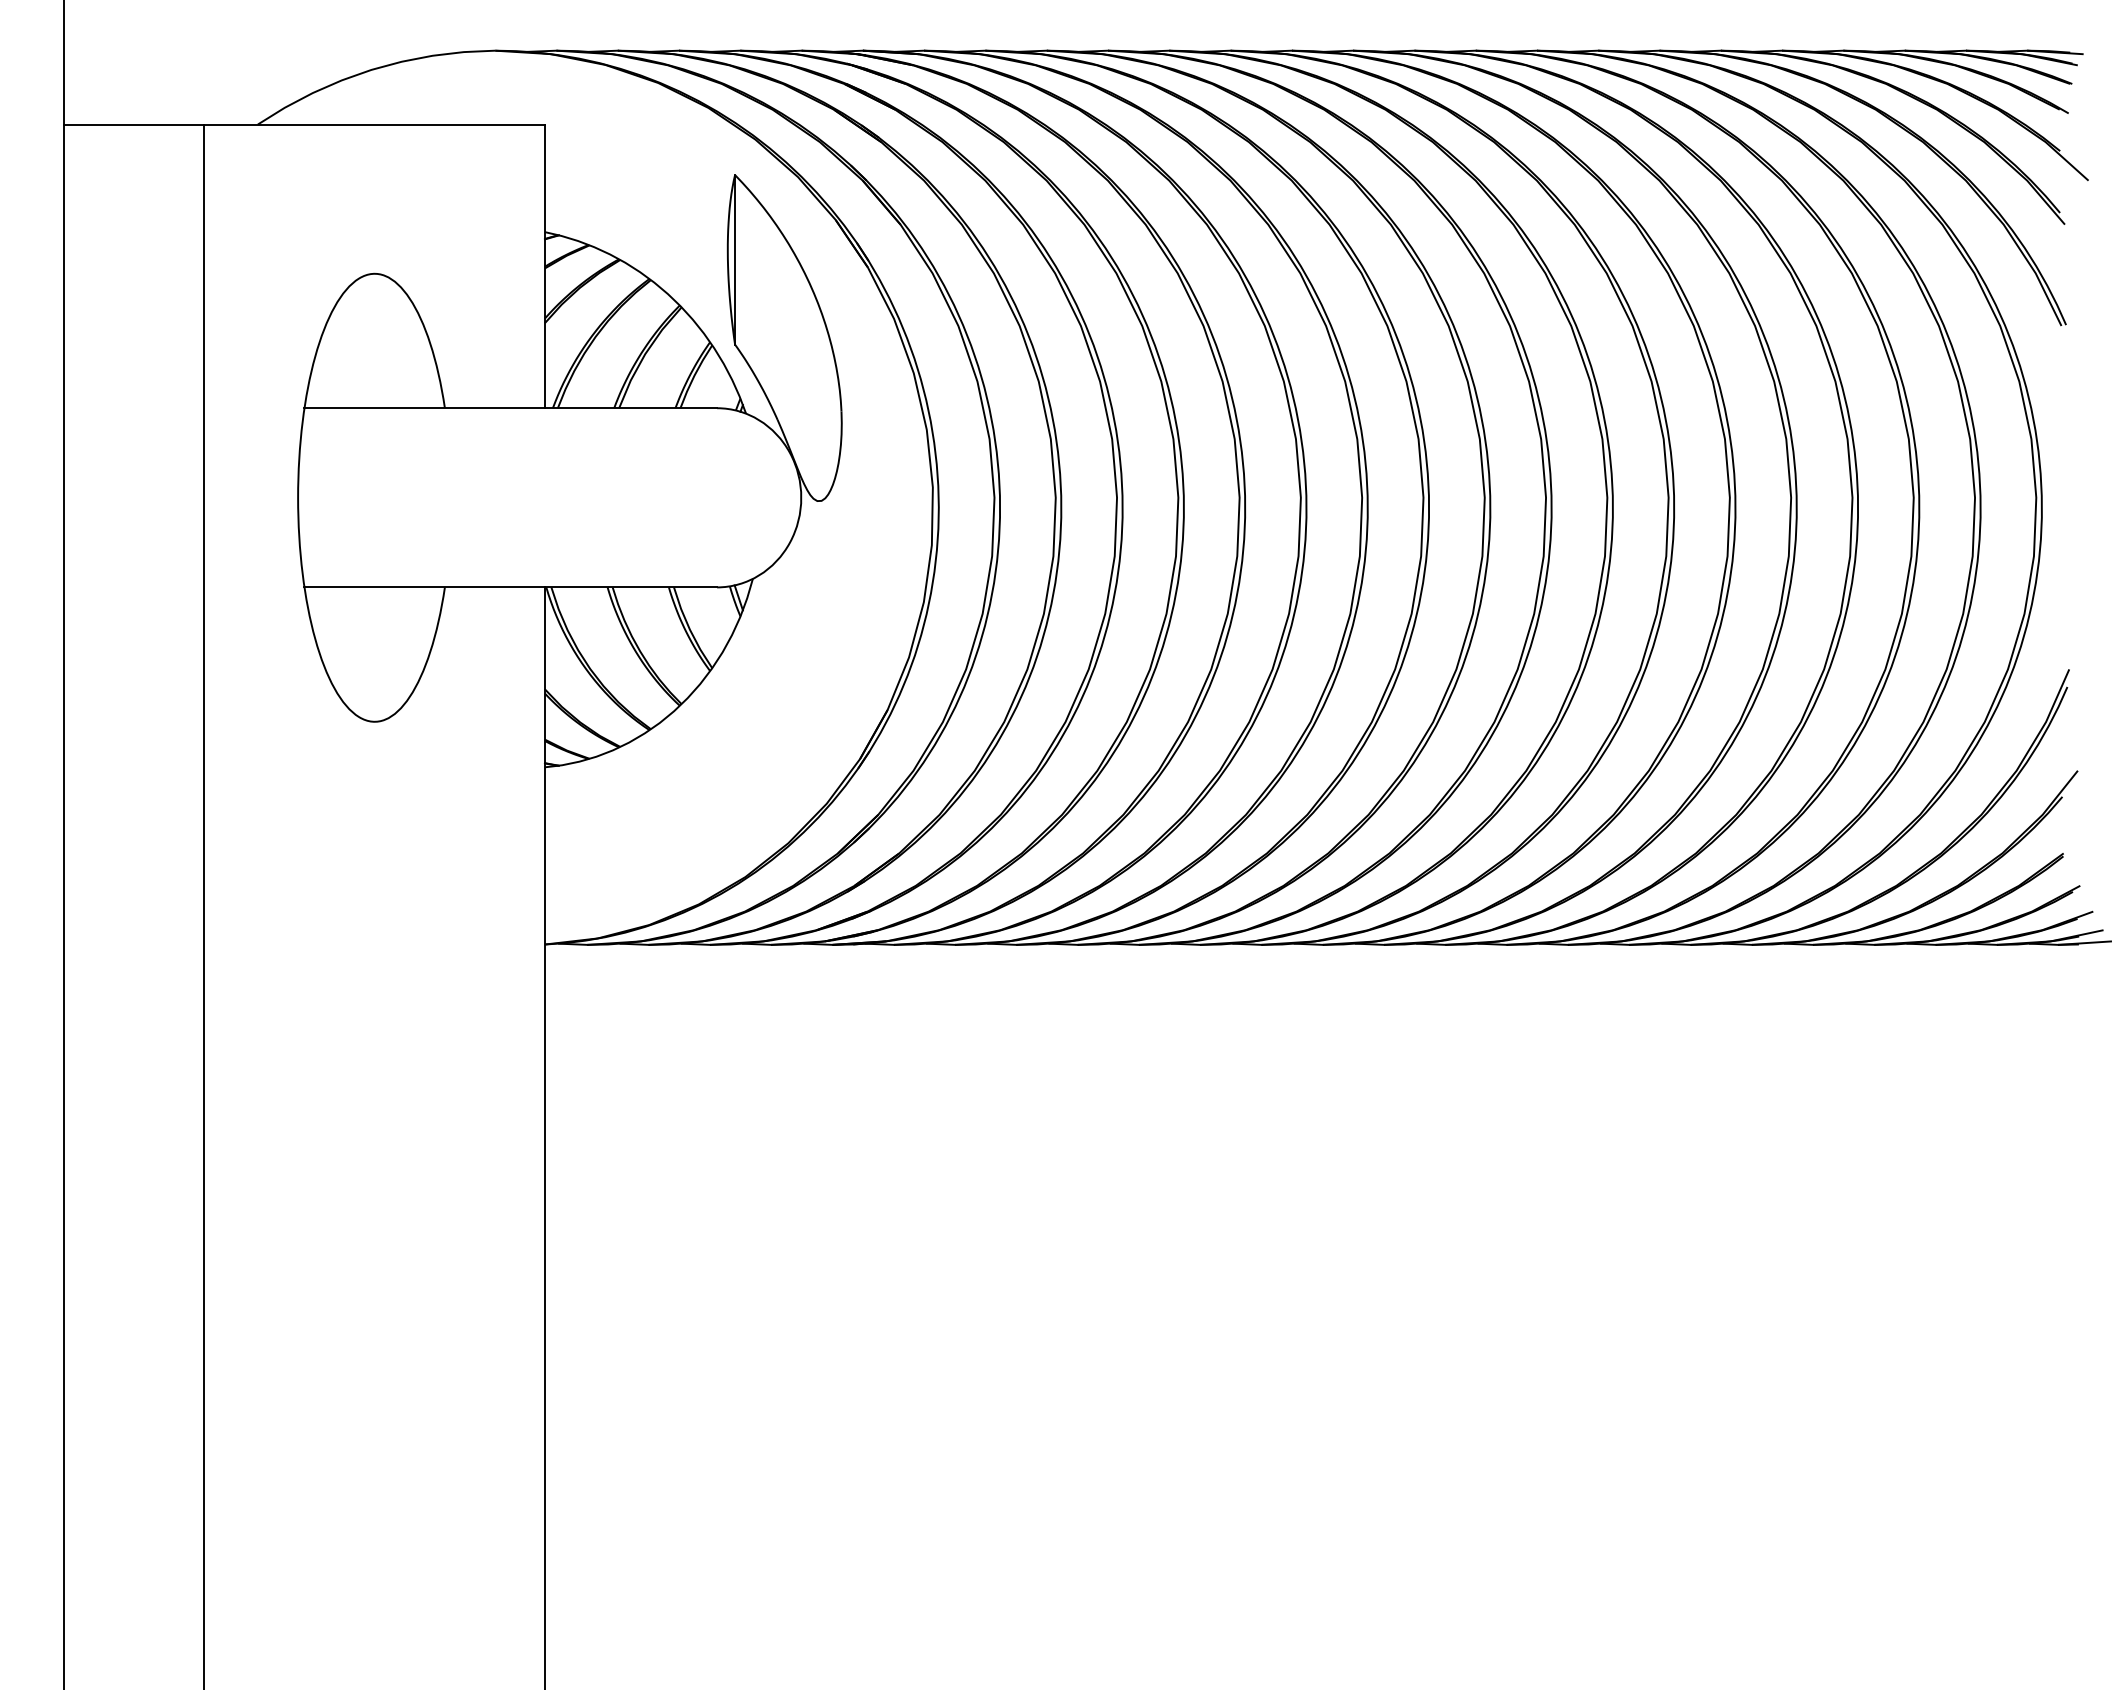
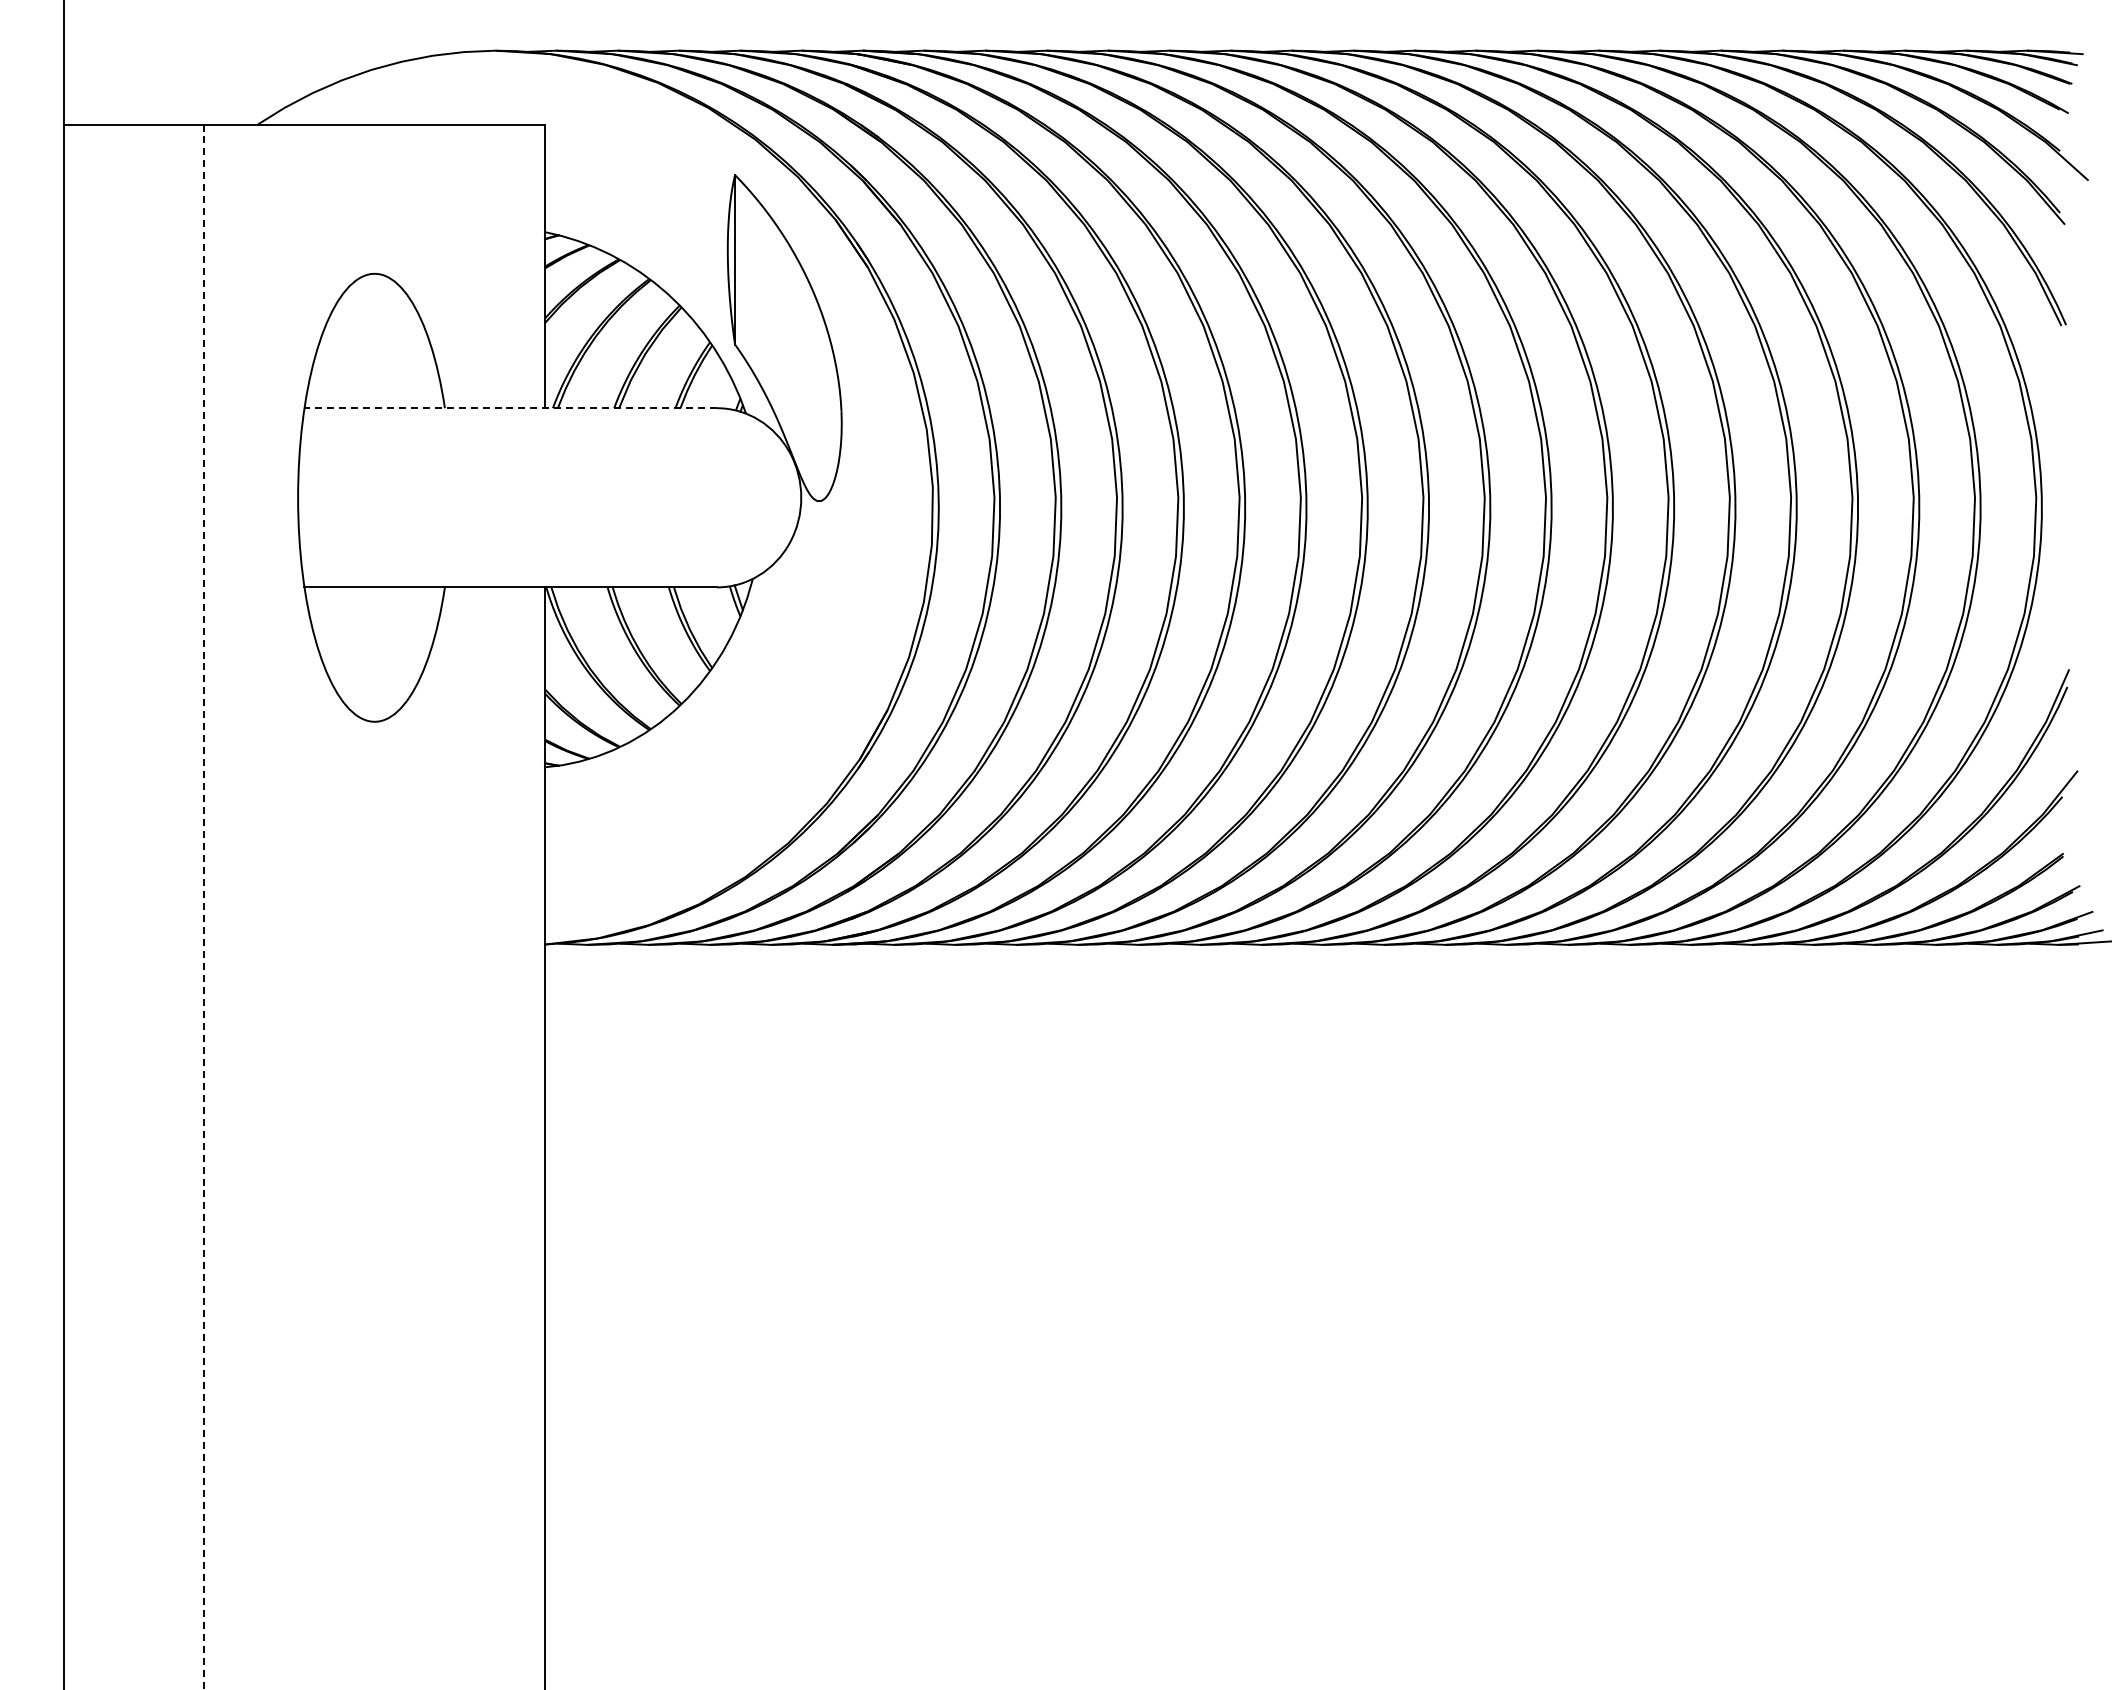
line at (510, 408): solid -> dashed
line at (204, 907): solid -> dashed
